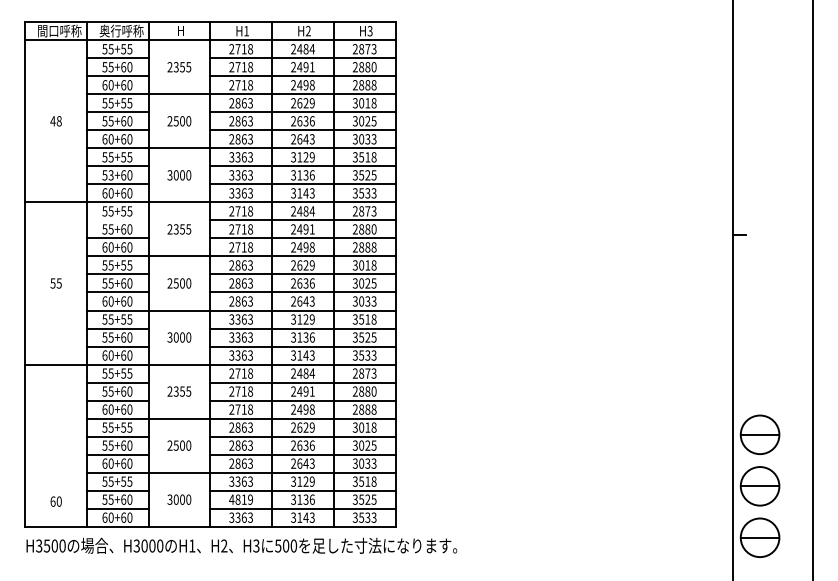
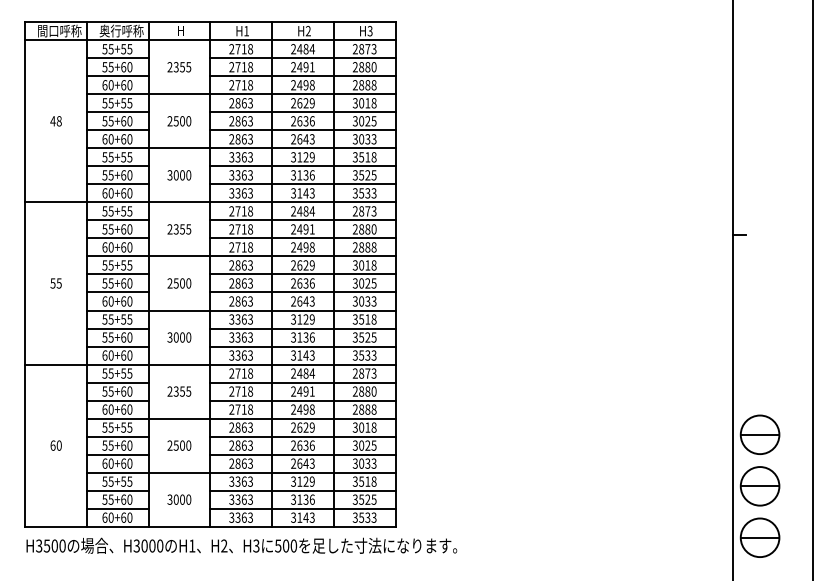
text at (111, 174): 53+60 -> 55+60
line at (117, 220): none -> present
text at (240, 499): 4819 -> 3363
text at (55, 501) position: (55, 501) -> (55, 445)
